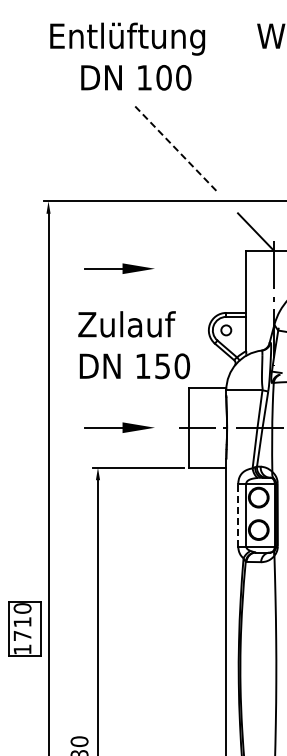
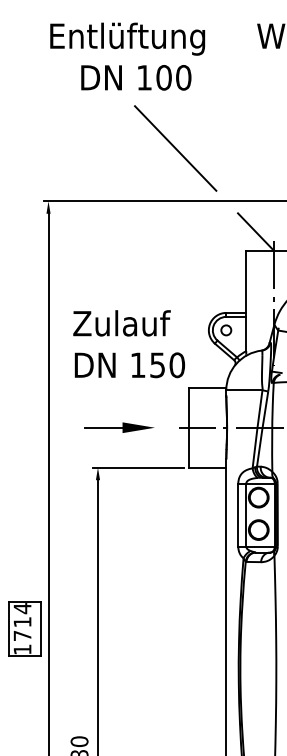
line at (175, 148): dashed -> solid
part at (119, 268): present -> none
text at (134, 345) position: (134, 345) -> (129, 344)
line at (238, 514): dashed -> solid
text at (22, 608): 1710 -> 1714
